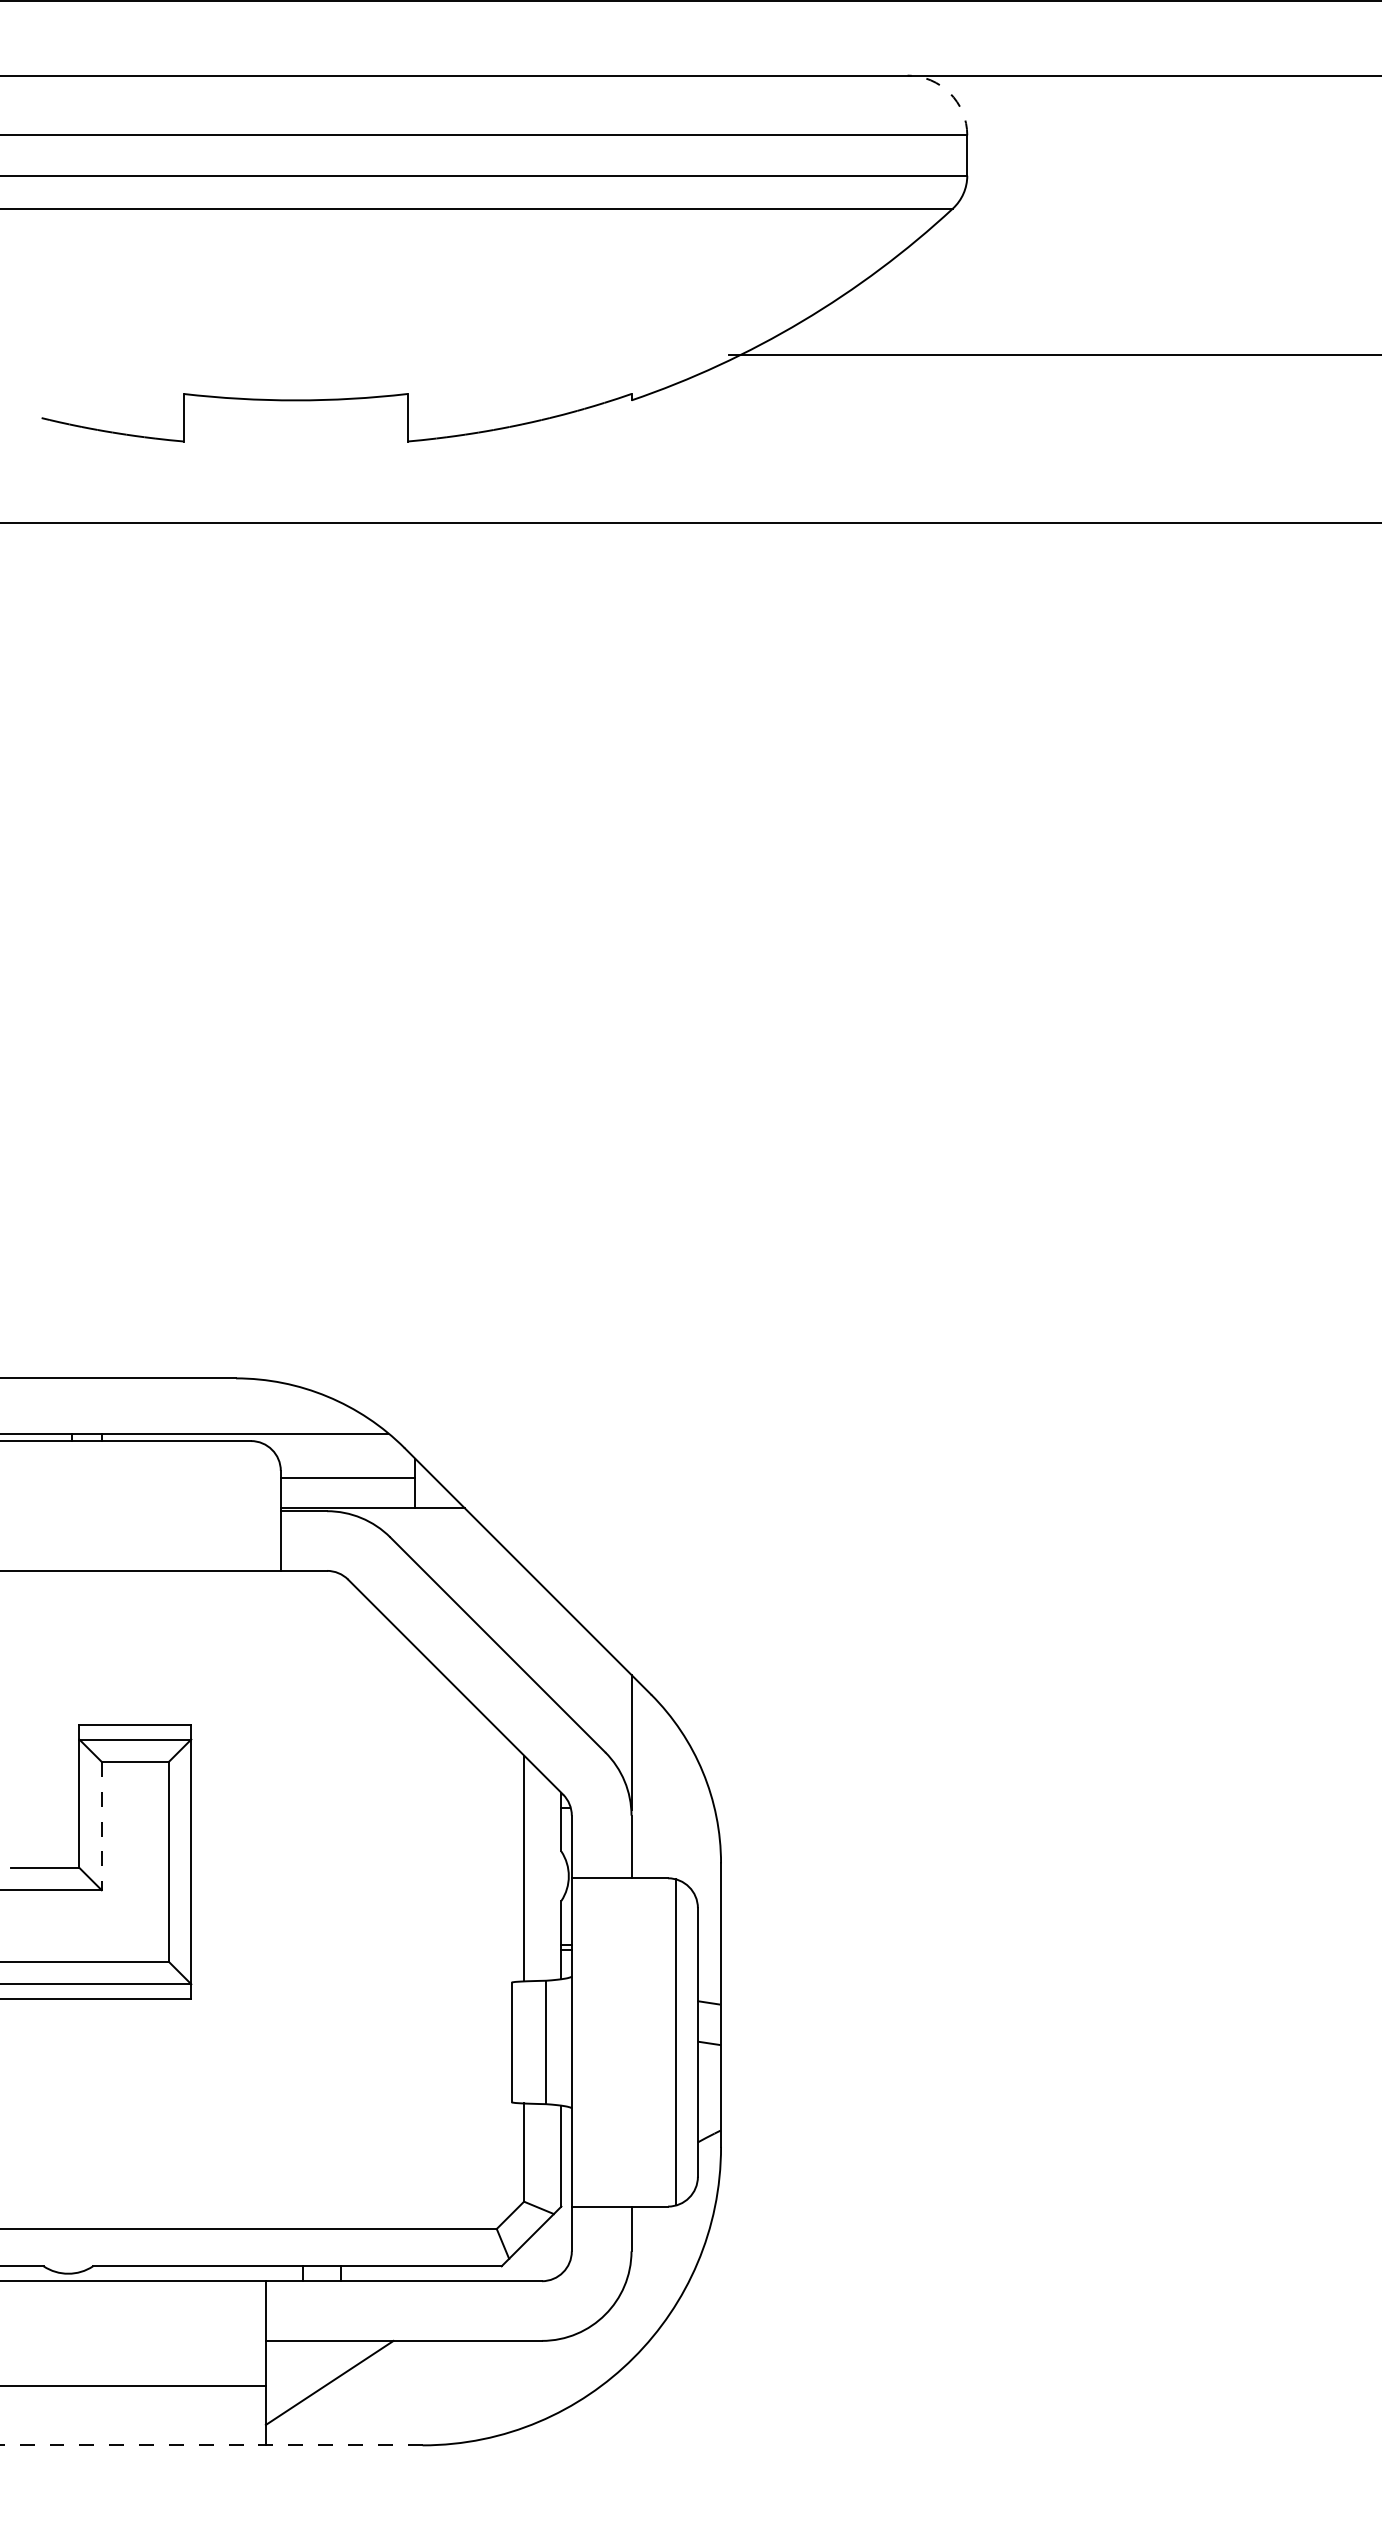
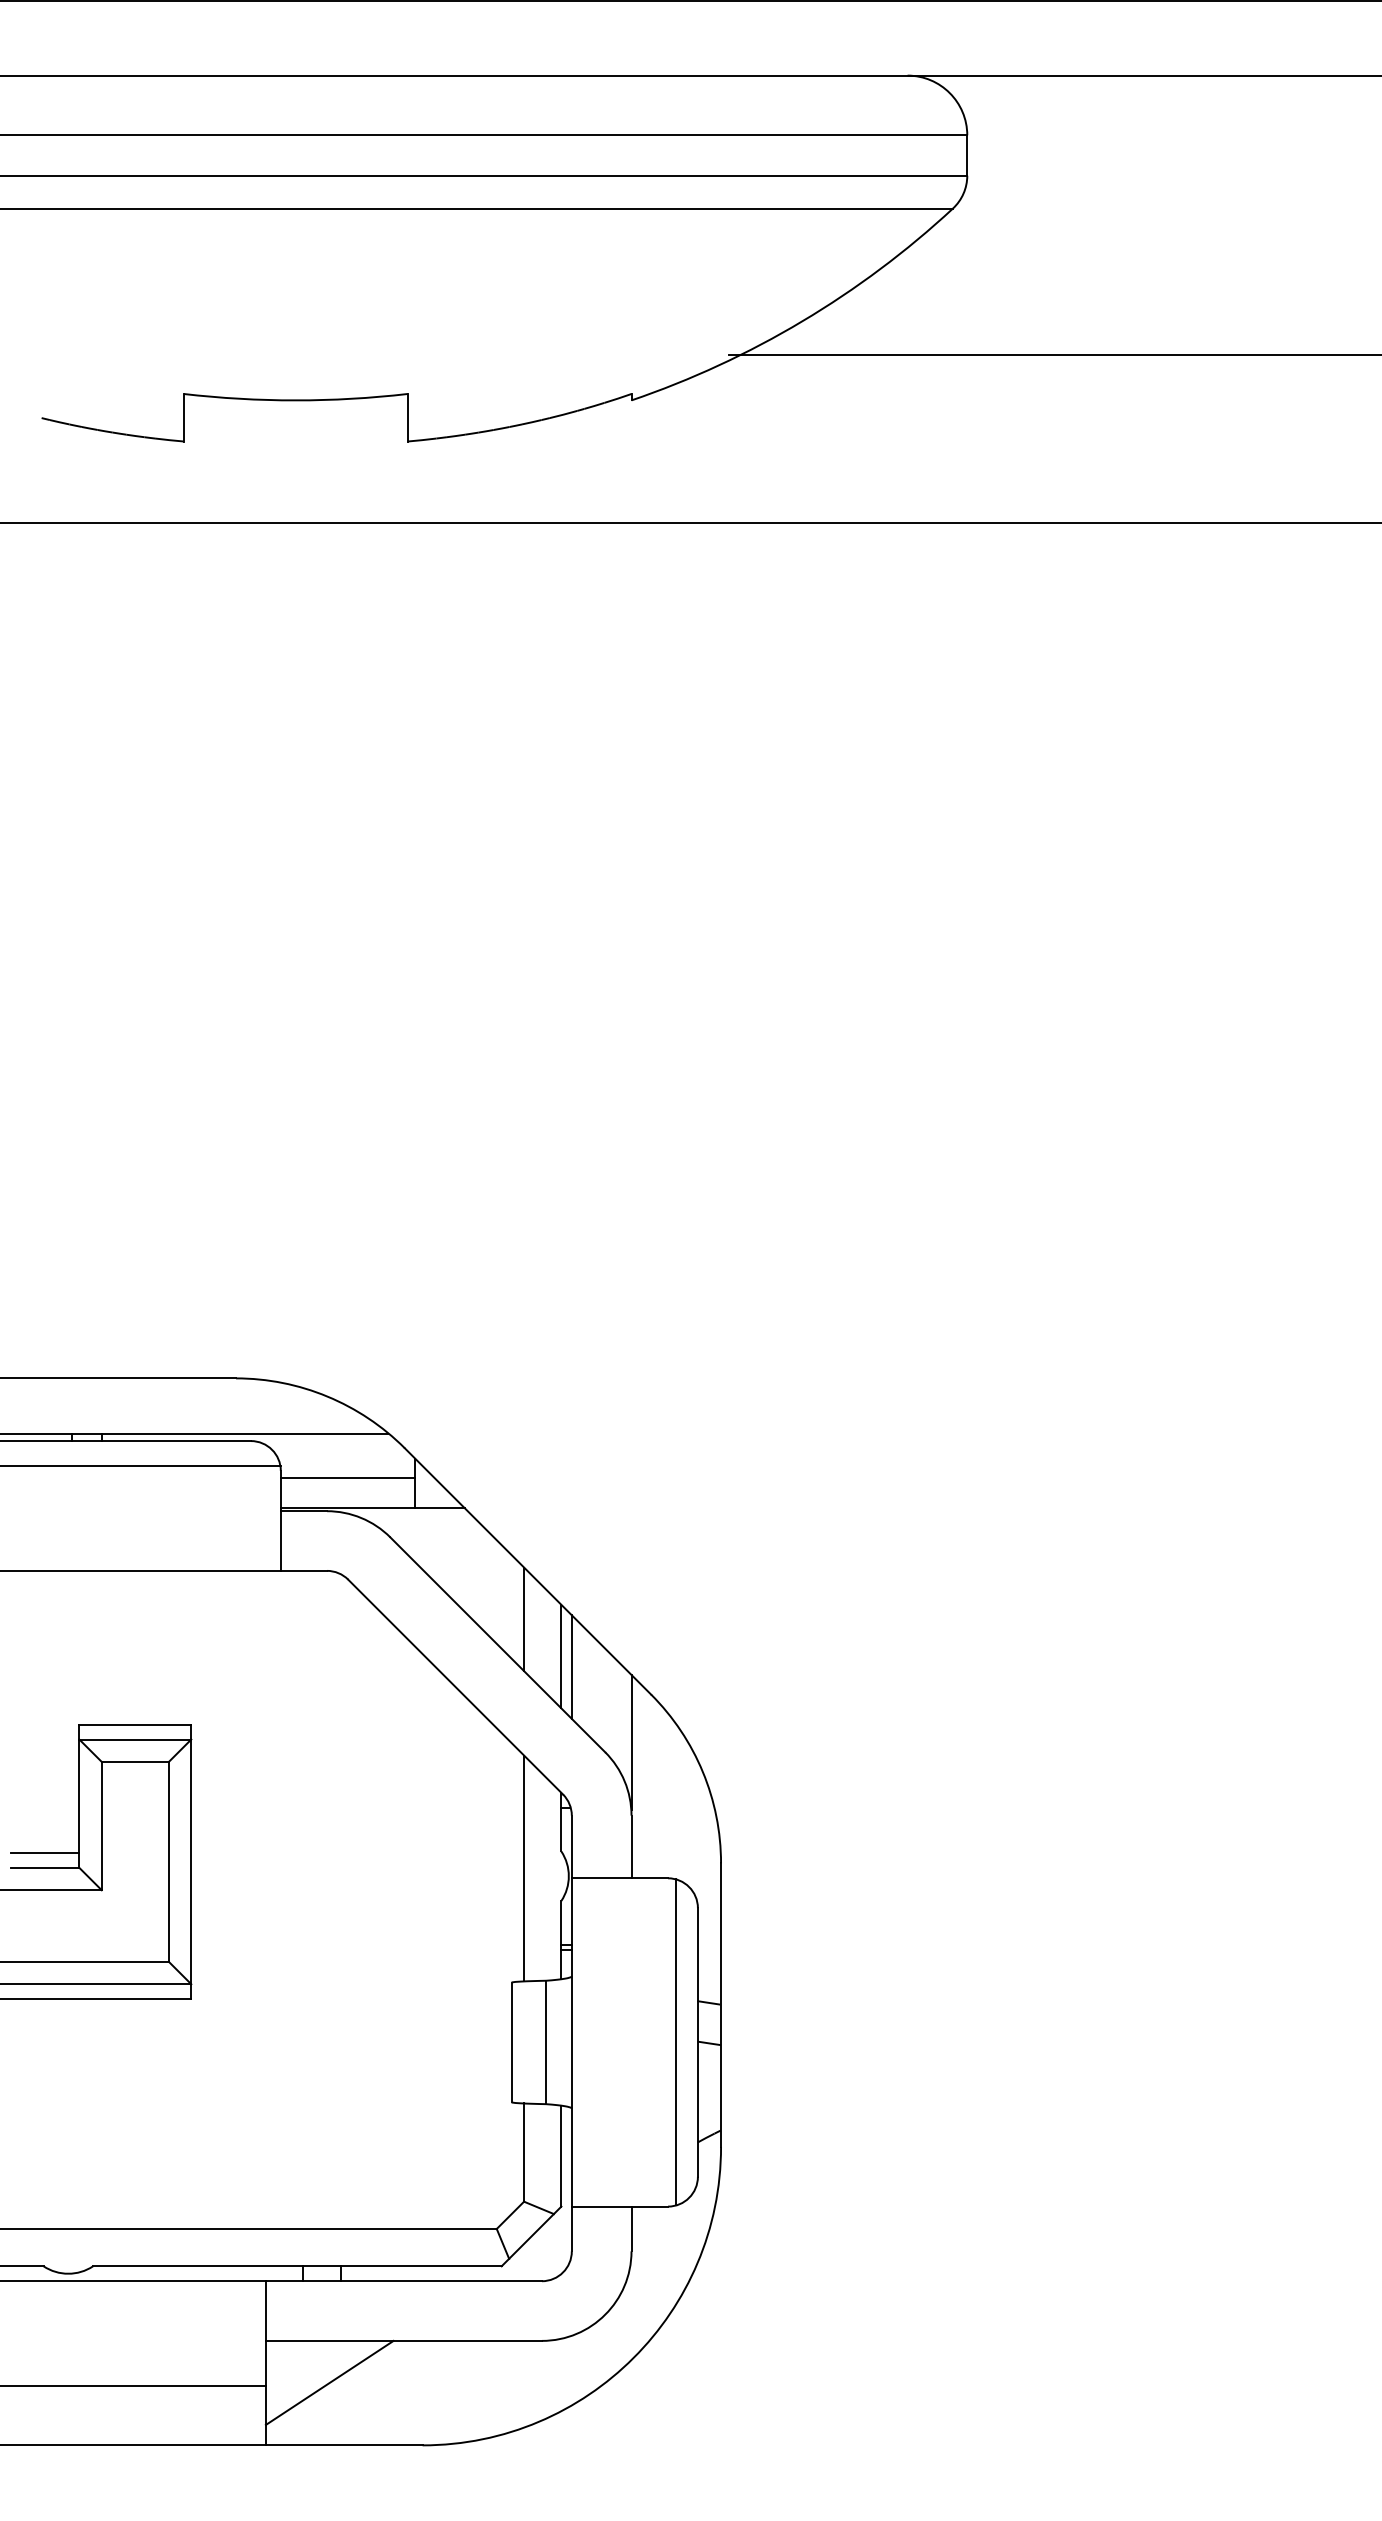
arc at (949, 93): dashed -> solid
line at (141, 1466): none -> present
line at (524, 1619): none -> present
line at (561, 1656): none -> present
line at (571, 1666): none -> present
line at (101, 1826): dashed -> solid
line at (44, 1852): none -> present
line at (211, 2445): dashed -> solid
